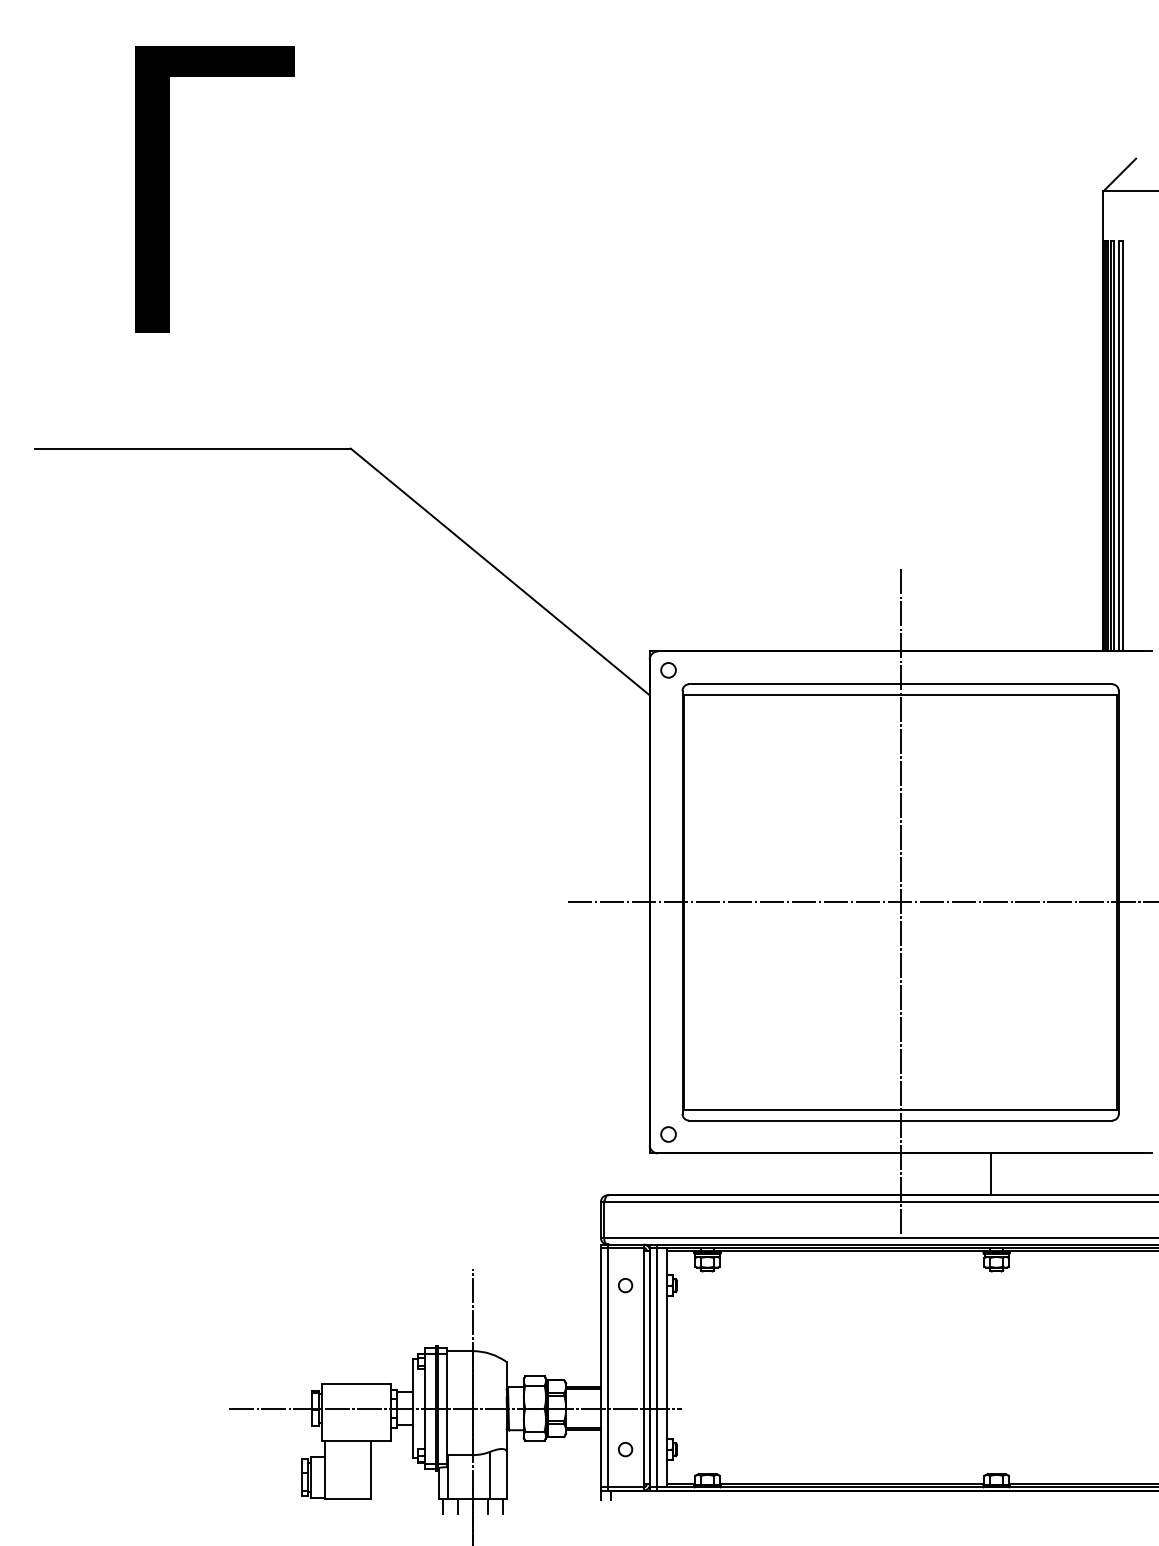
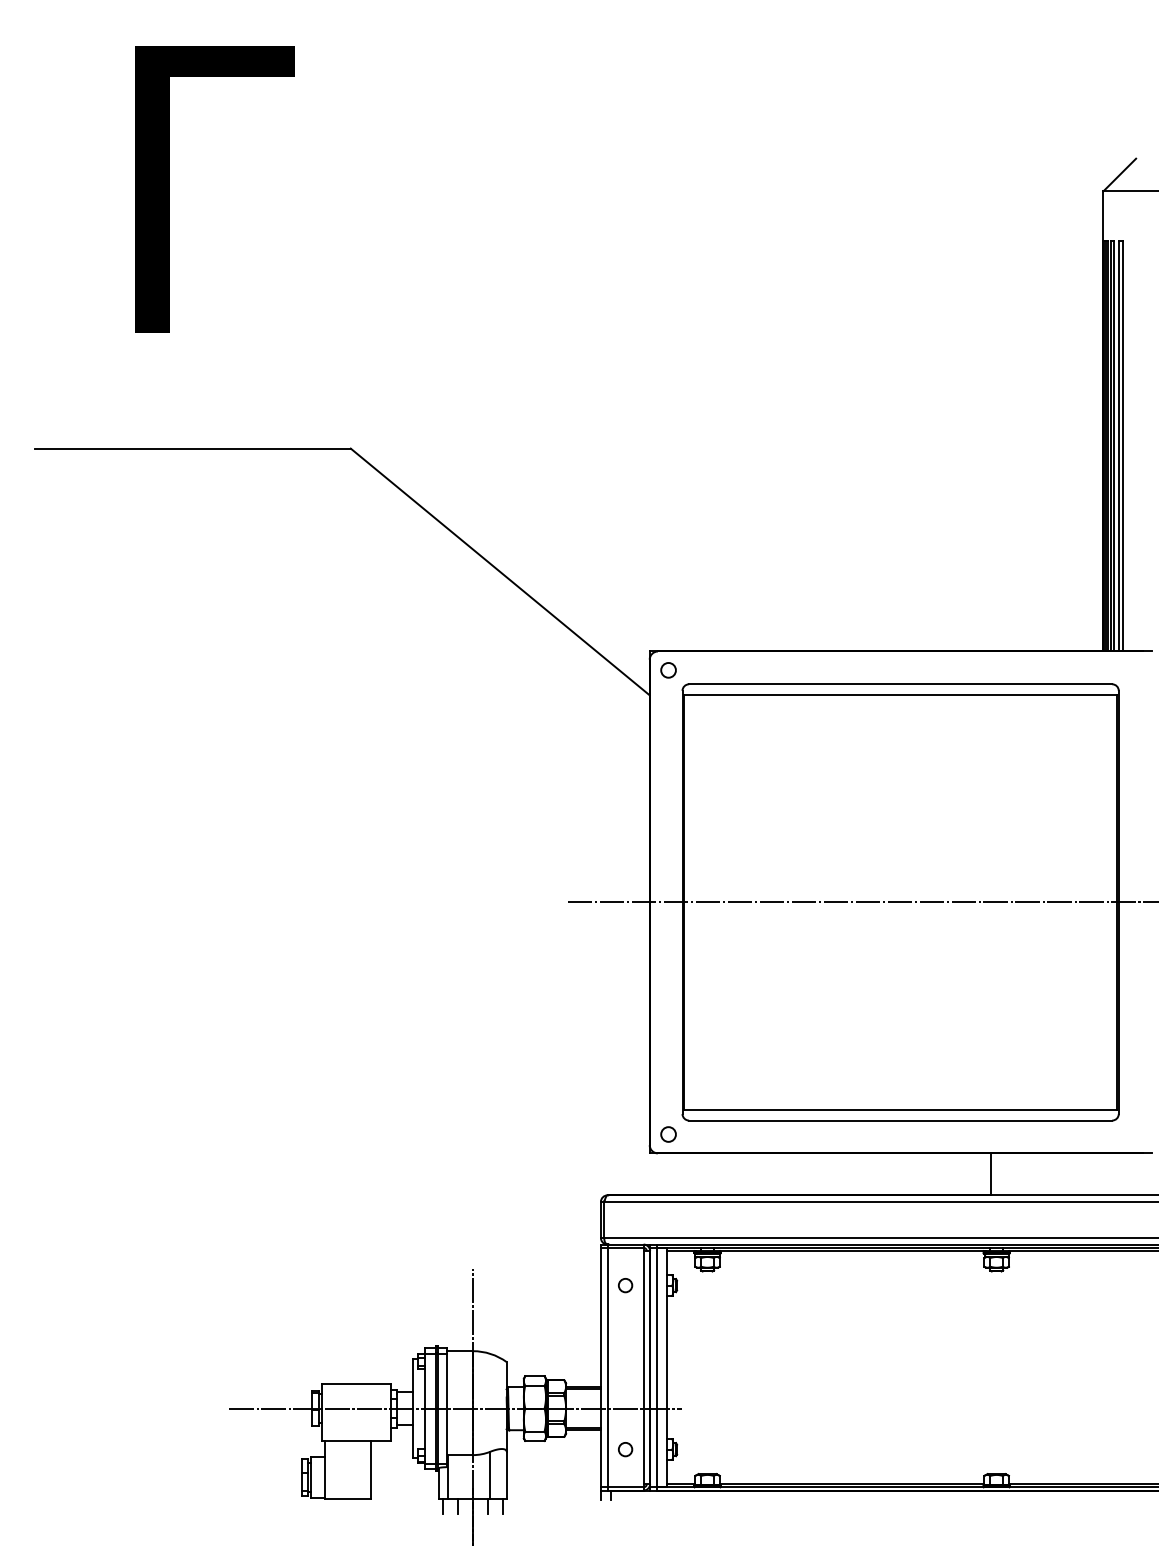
line at (900, 902): present -> none
